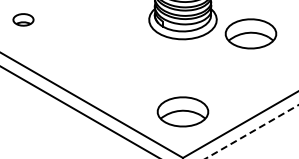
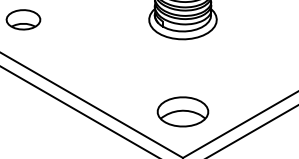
part at (23, 19) size: 23x14 px -> 37x22 px
part at (250, 33): present -> none
line at (252, 131): dashed -> solid
